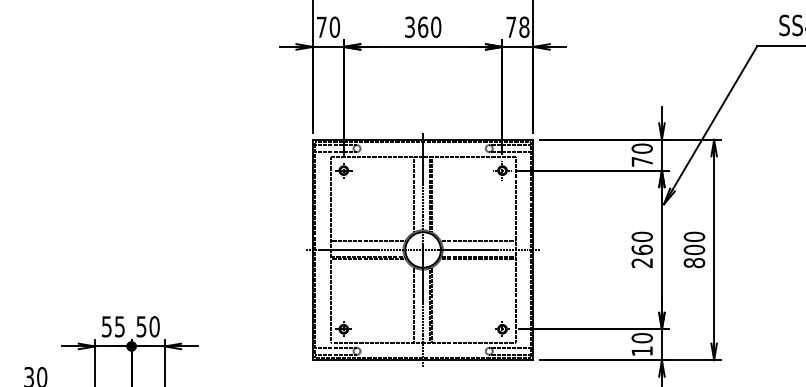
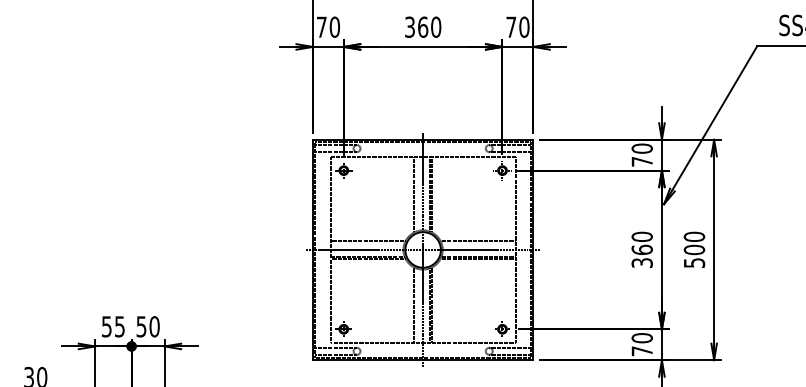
text at (524, 27): 78 -> 70
text at (642, 262): 260 -> 360
text at (694, 263): 800 -> 500
text at (641, 351): 10 -> 70
